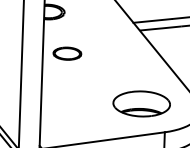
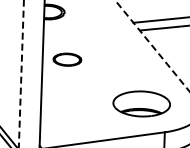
line at (152, 45): solid -> dashed
part at (67, 53) position: (67, 53) -> (67, 59)
line at (21, 73): solid -> dashed
